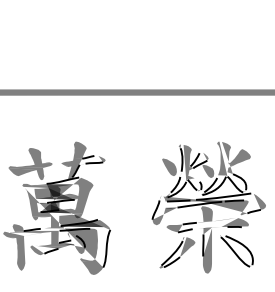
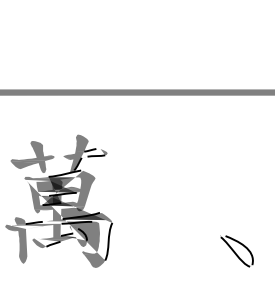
part at (56, 207) position: (56, 207) -> (58, 200)
part at (208, 207): present -> none
